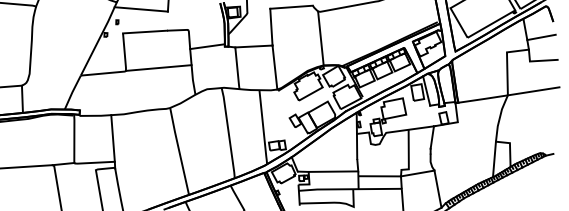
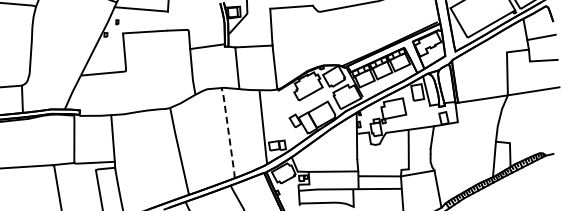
line at (320, 38): present -> none
line at (158, 67): present -> none
line at (228, 132): solid -> dashed
